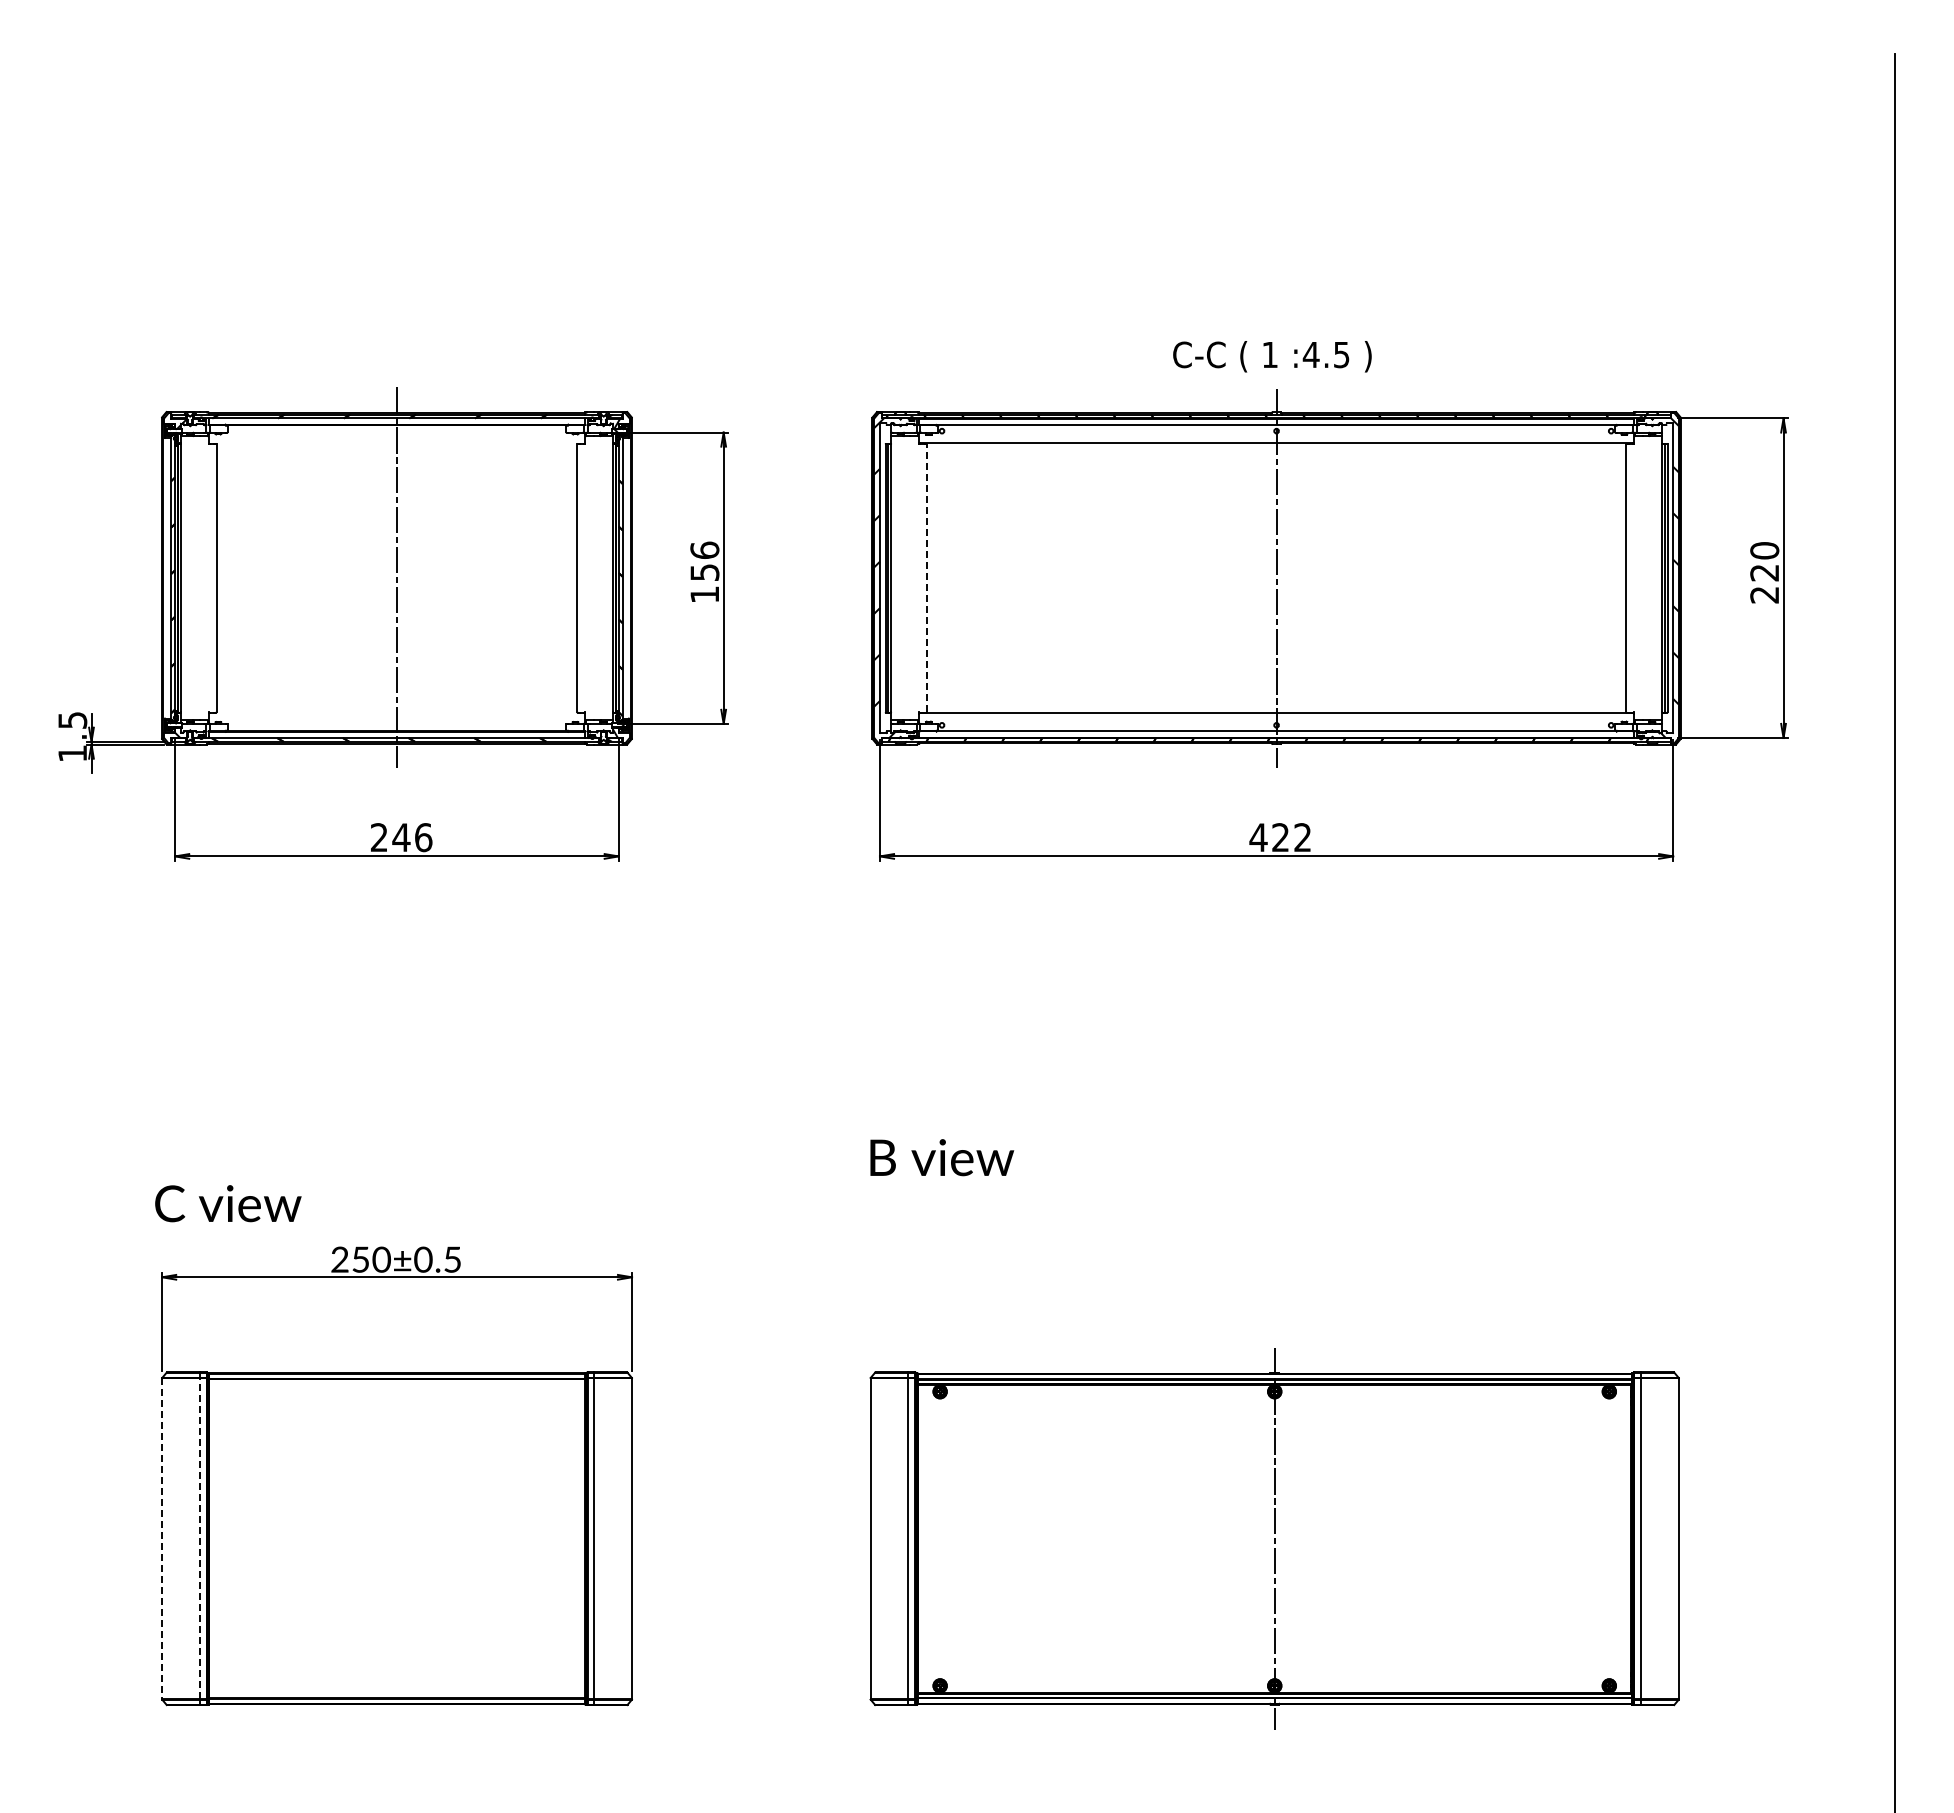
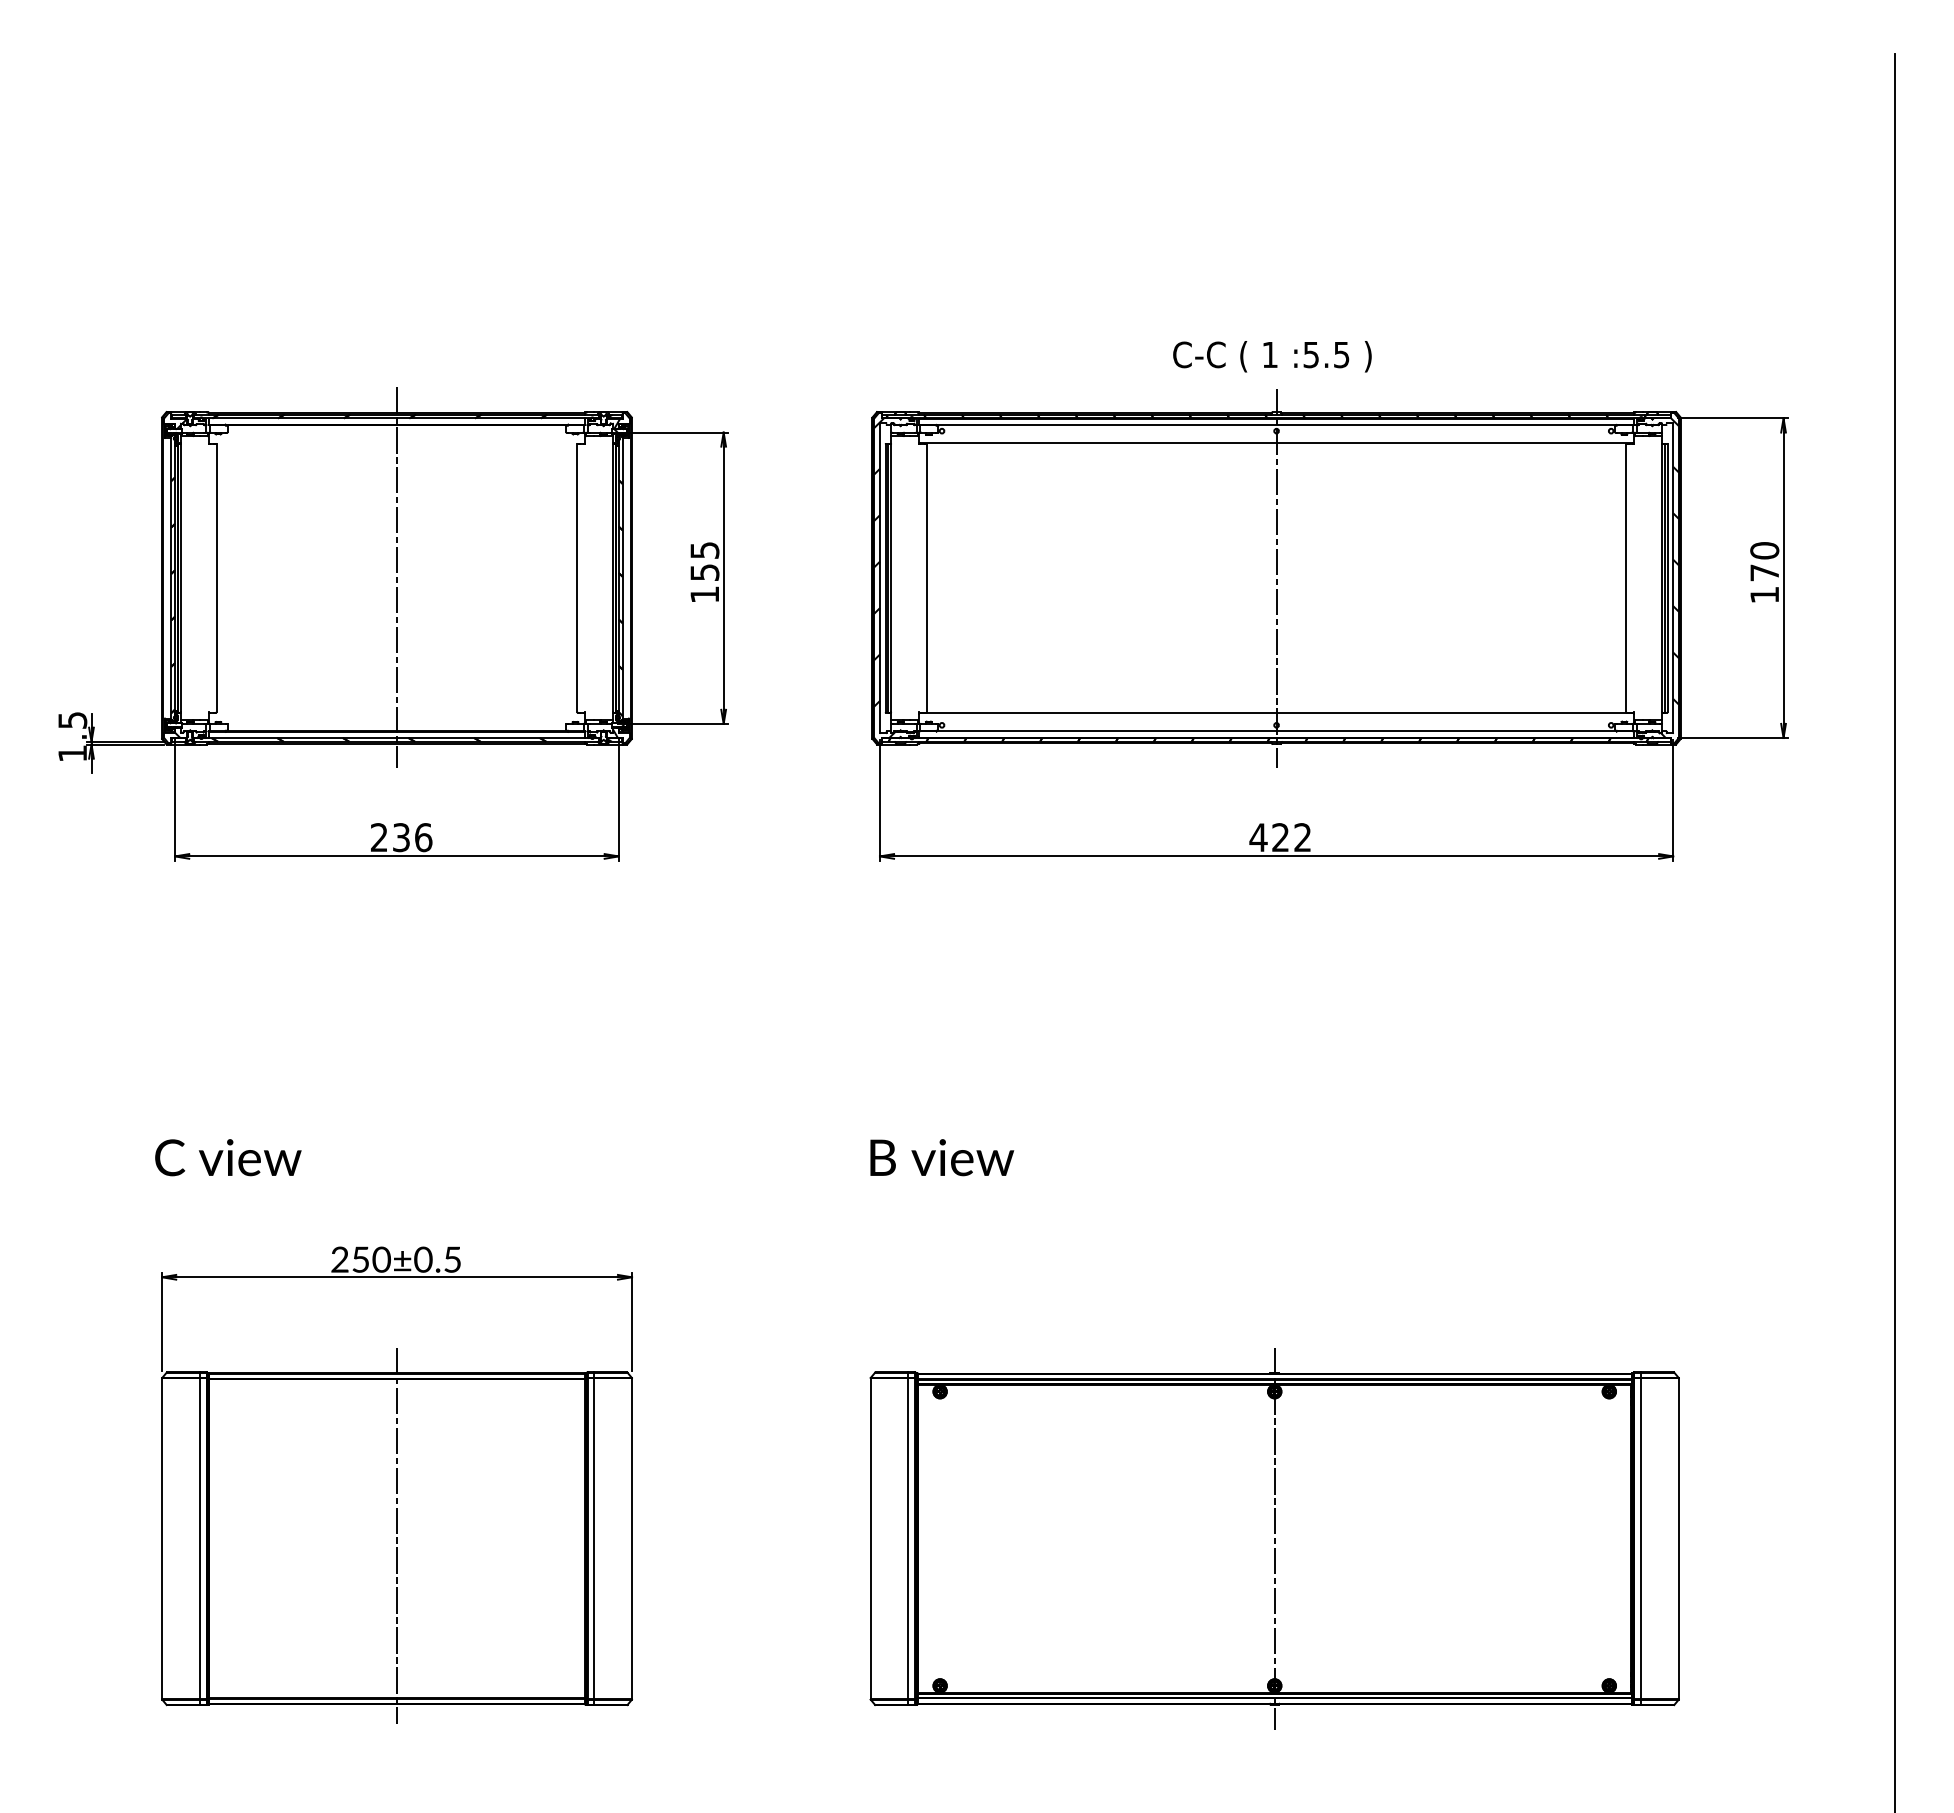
text at (1310, 355): :4.5 -> :5.5
text at (704, 549): 156 -> 155
line at (926, 578): dashed -> solid
text at (1764, 583): 220 -> 170
text at (401, 837): 246 -> 236
text at (228, 1203) position: (228, 1203) -> (228, 1157)
line at (397, 1535): none -> present
line at (162, 1538): dashed -> solid
line at (199, 1538): dashed -> solid
